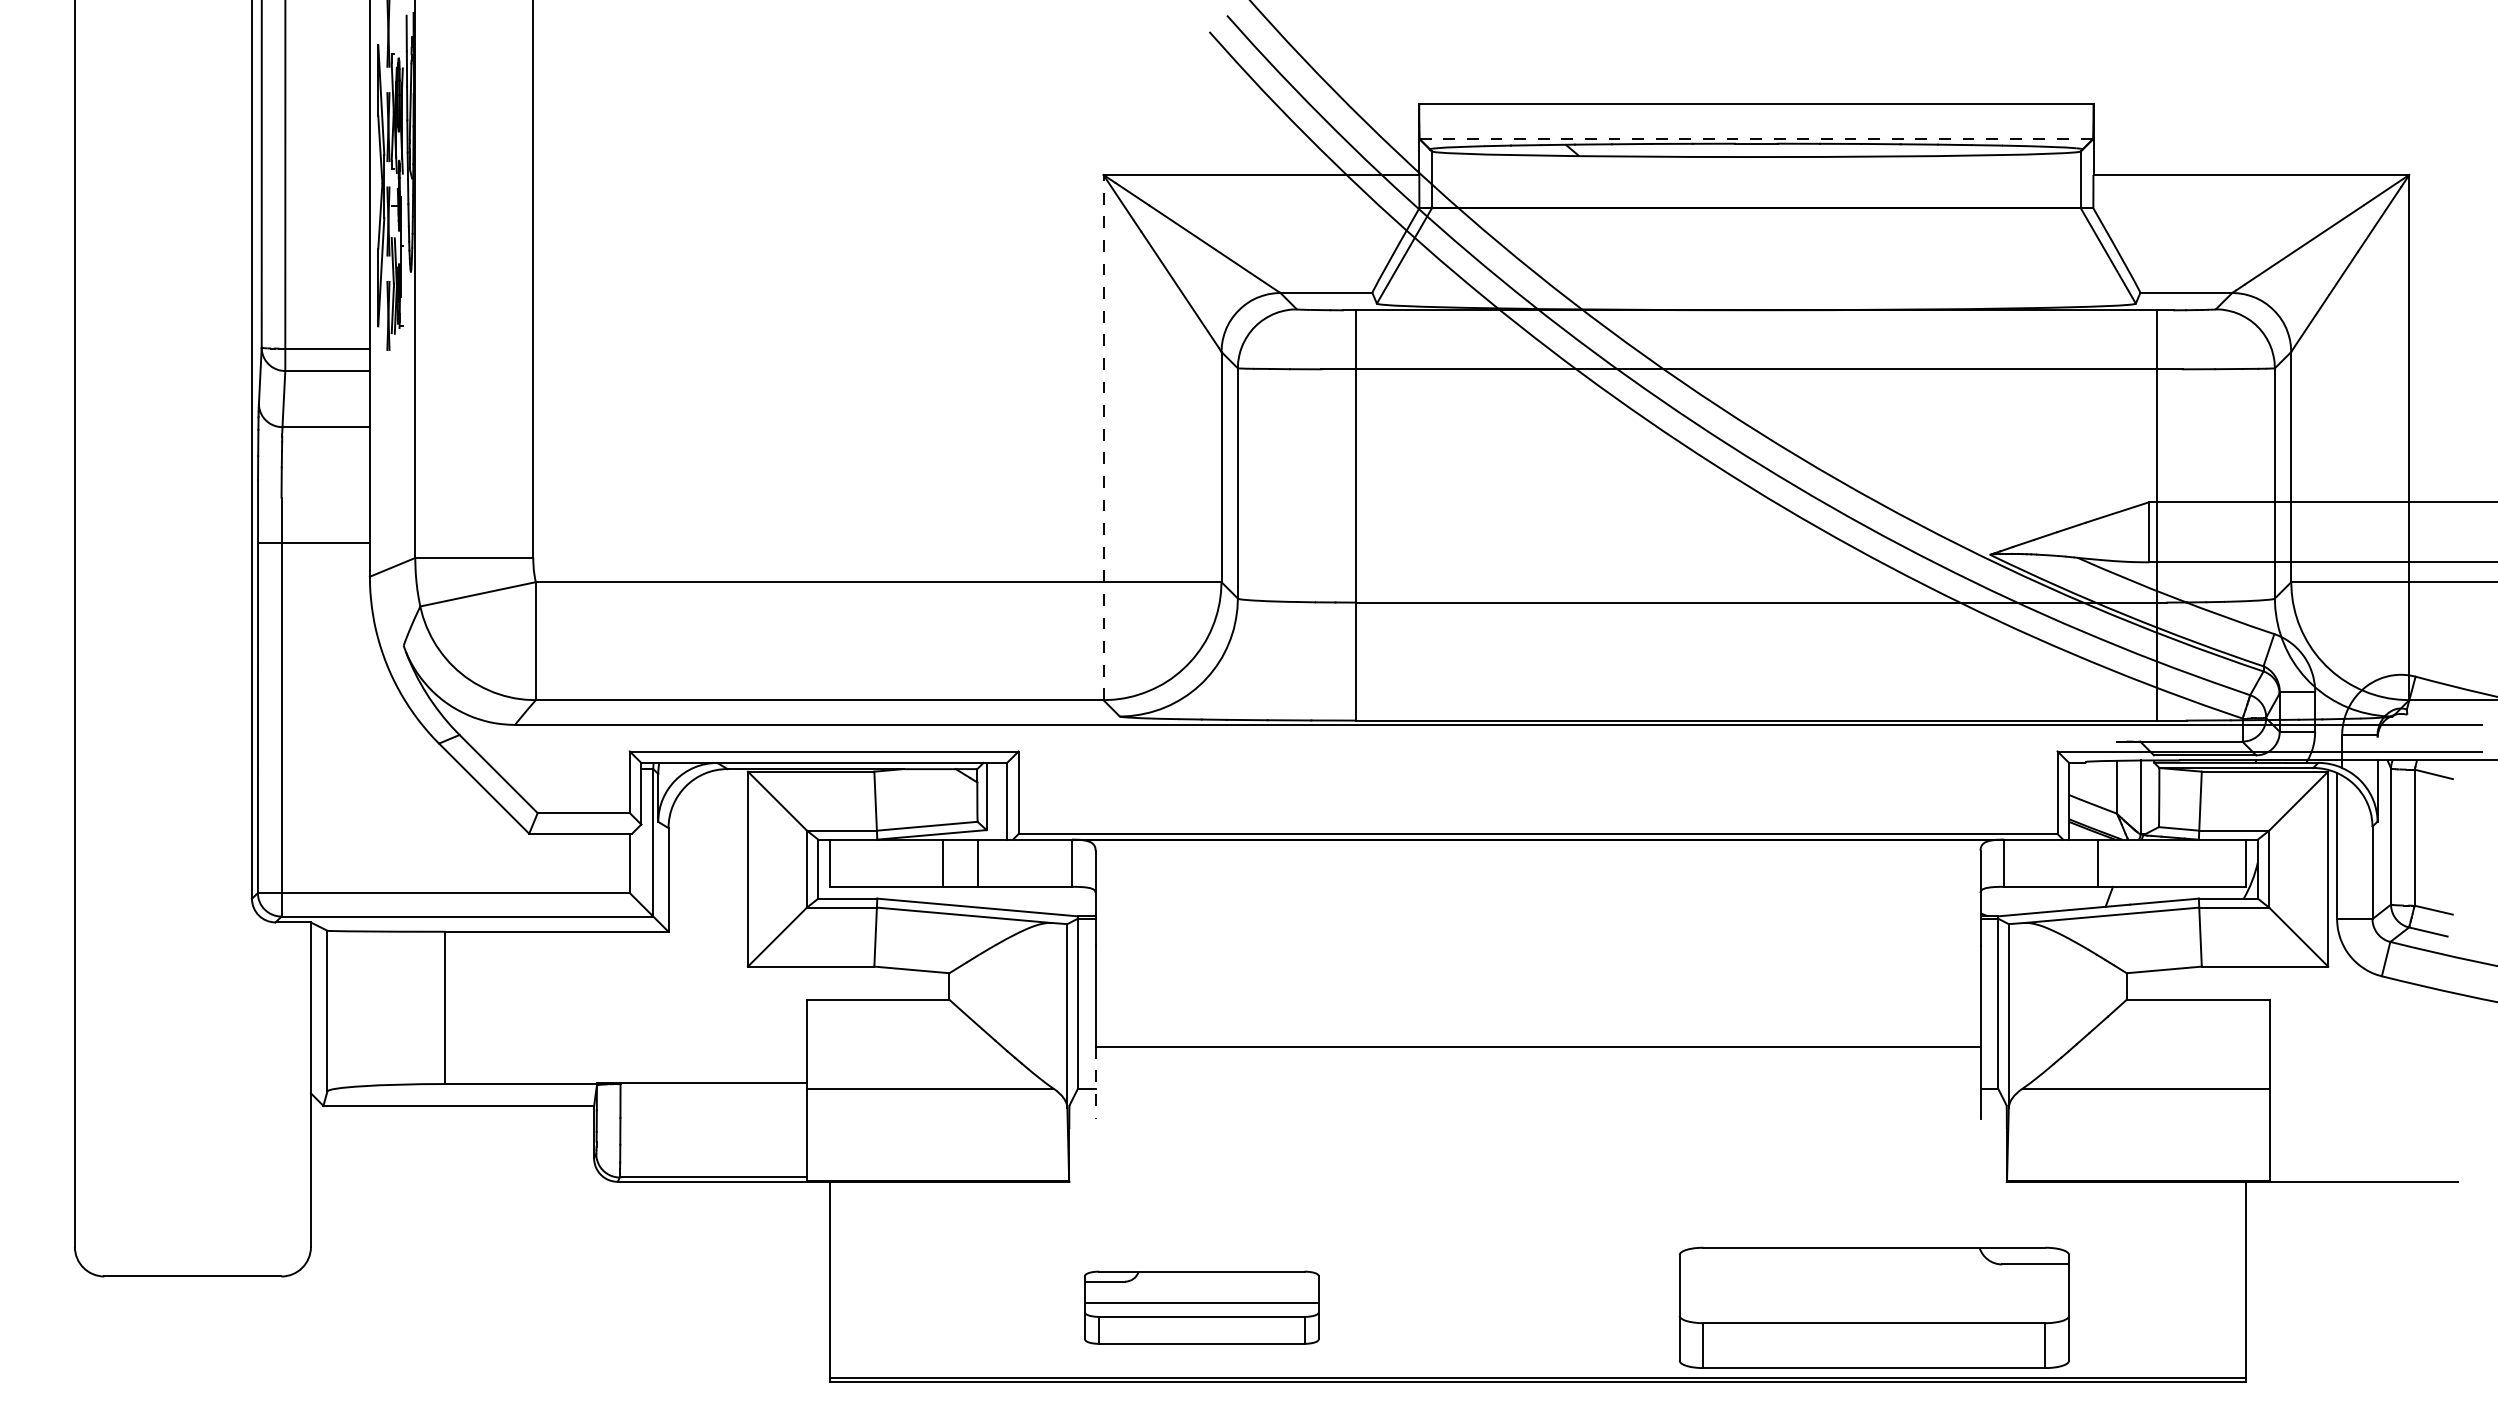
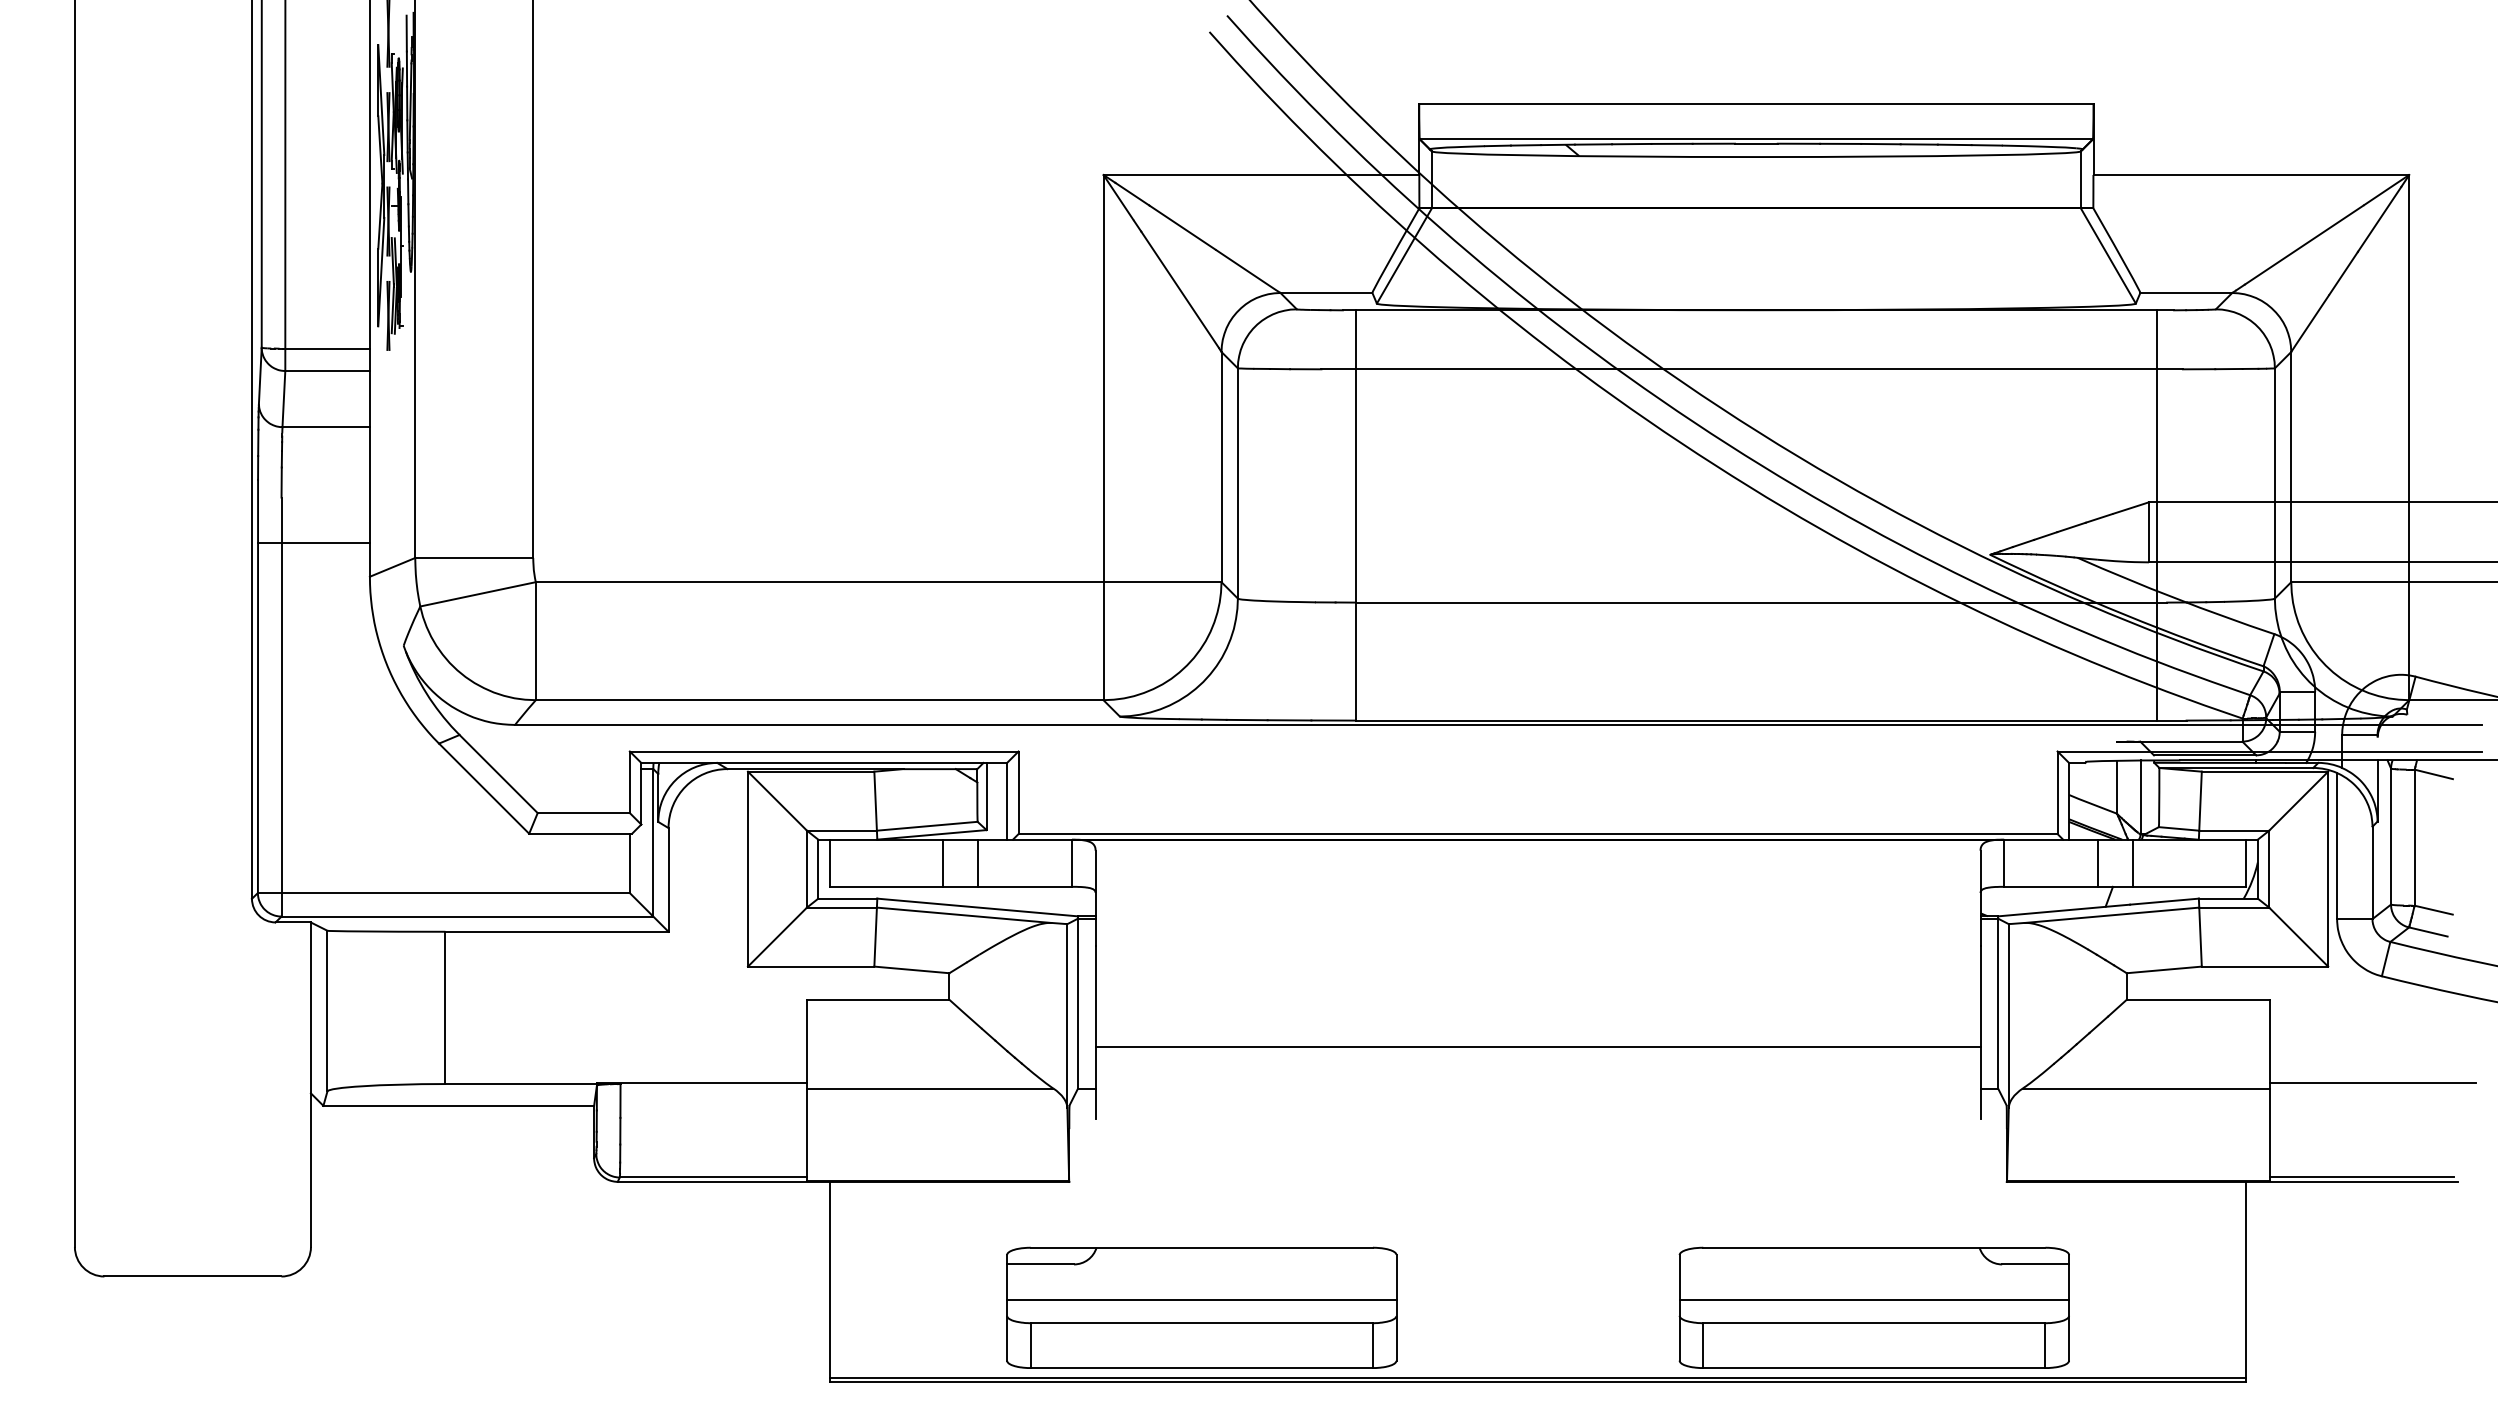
line at (1756, 139): dashed -> solid
line at (1103, 437): dashed -> solid
line at (2133, 862): none -> present
line at (1095, 1083): dashed -> solid
line at (2372, 1083): none -> present
line at (2361, 1177): none -> present
line at (1874, 1299): none -> present
part at (1201, 1307) size: 236x75 px -> 392x123 px
